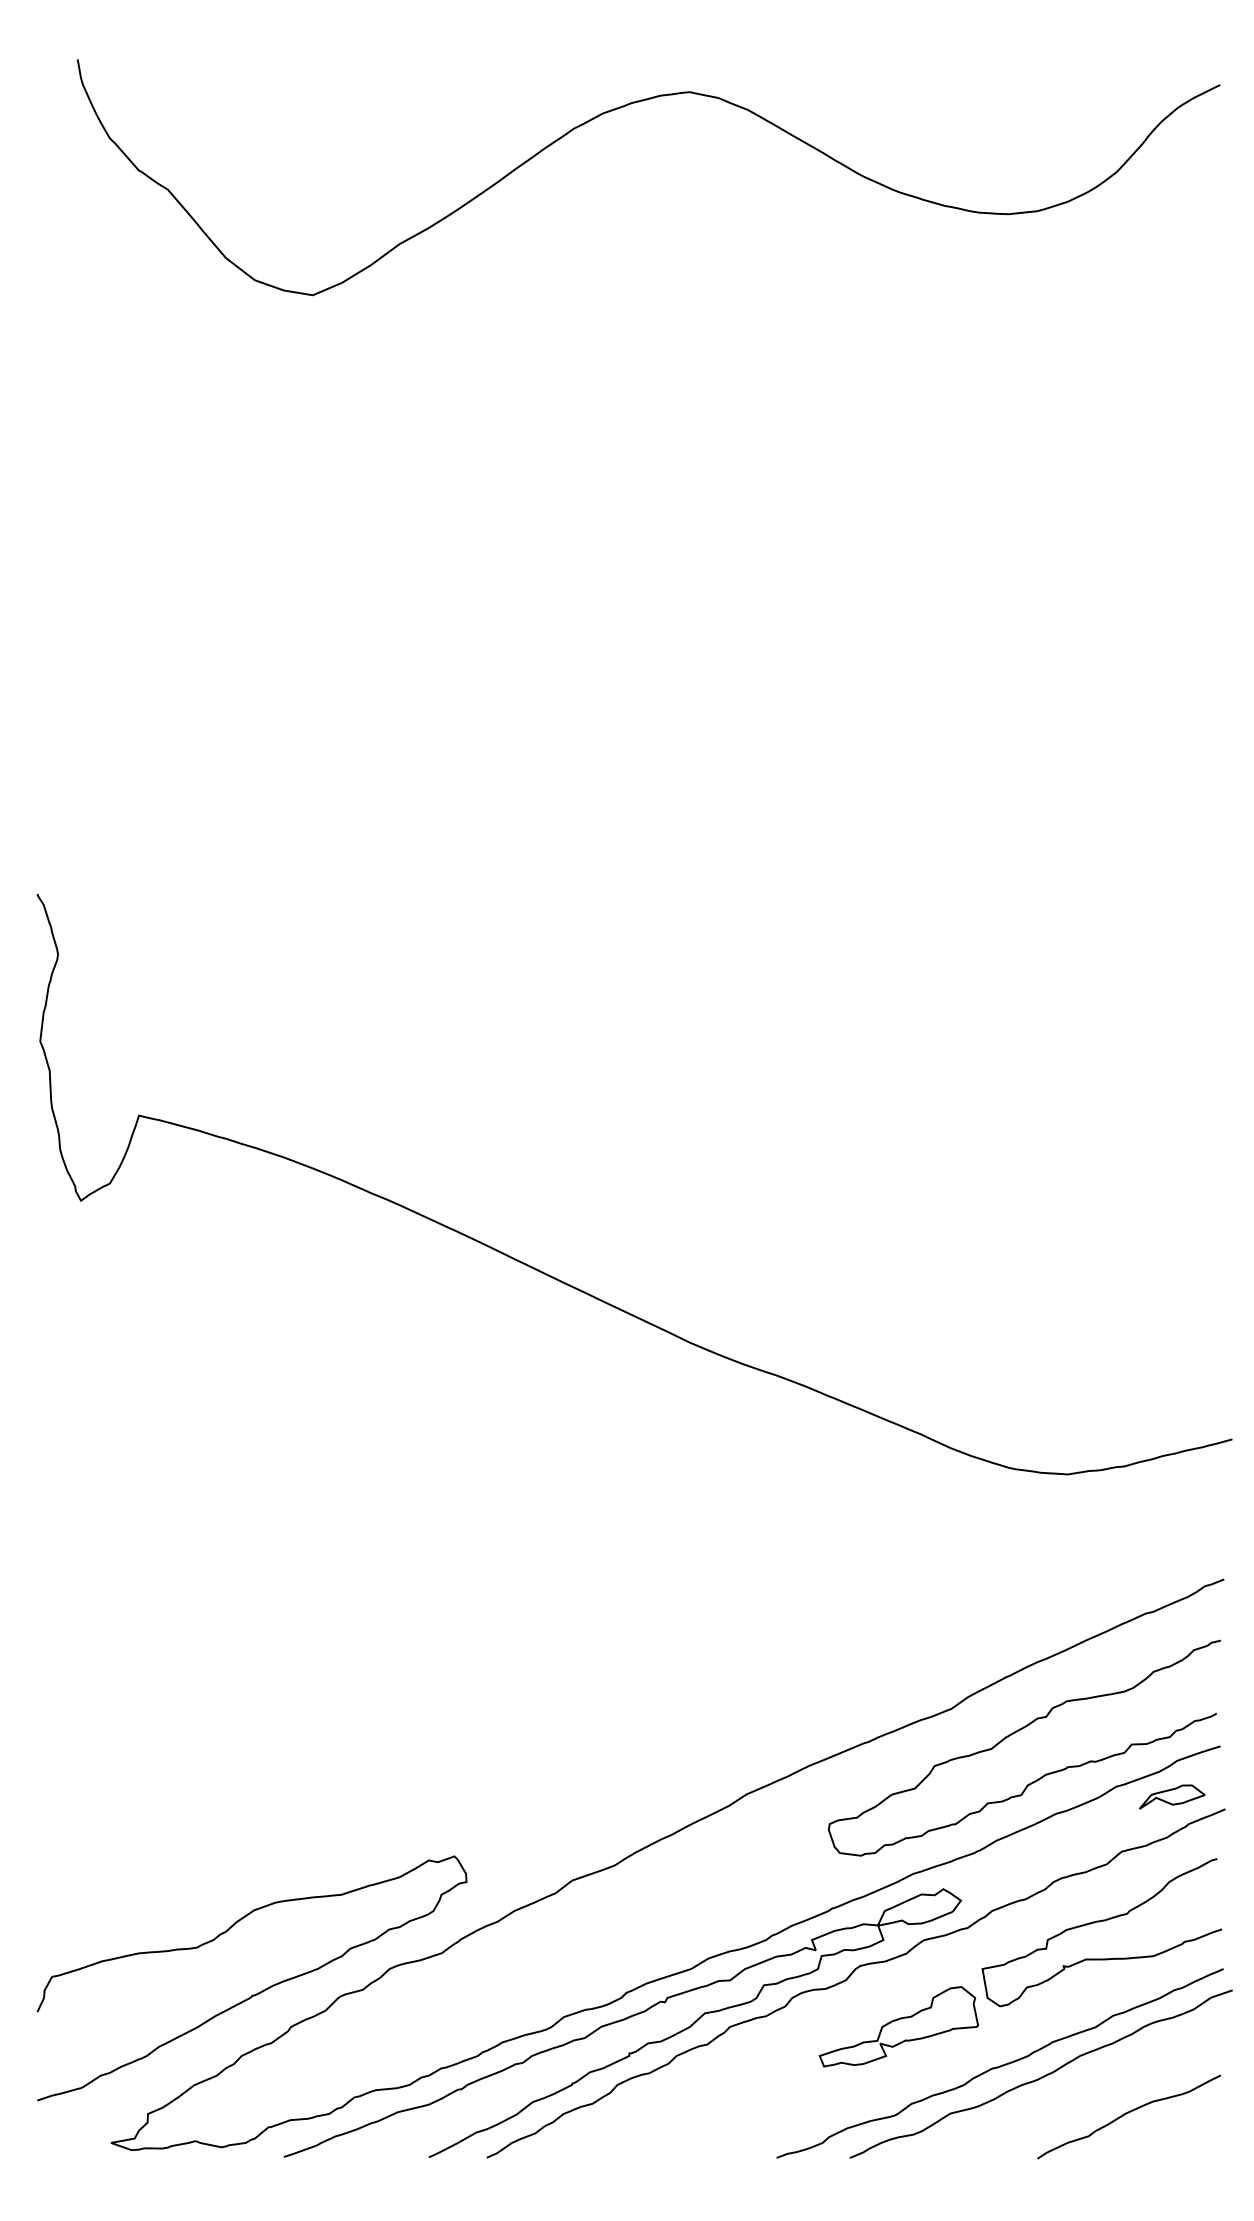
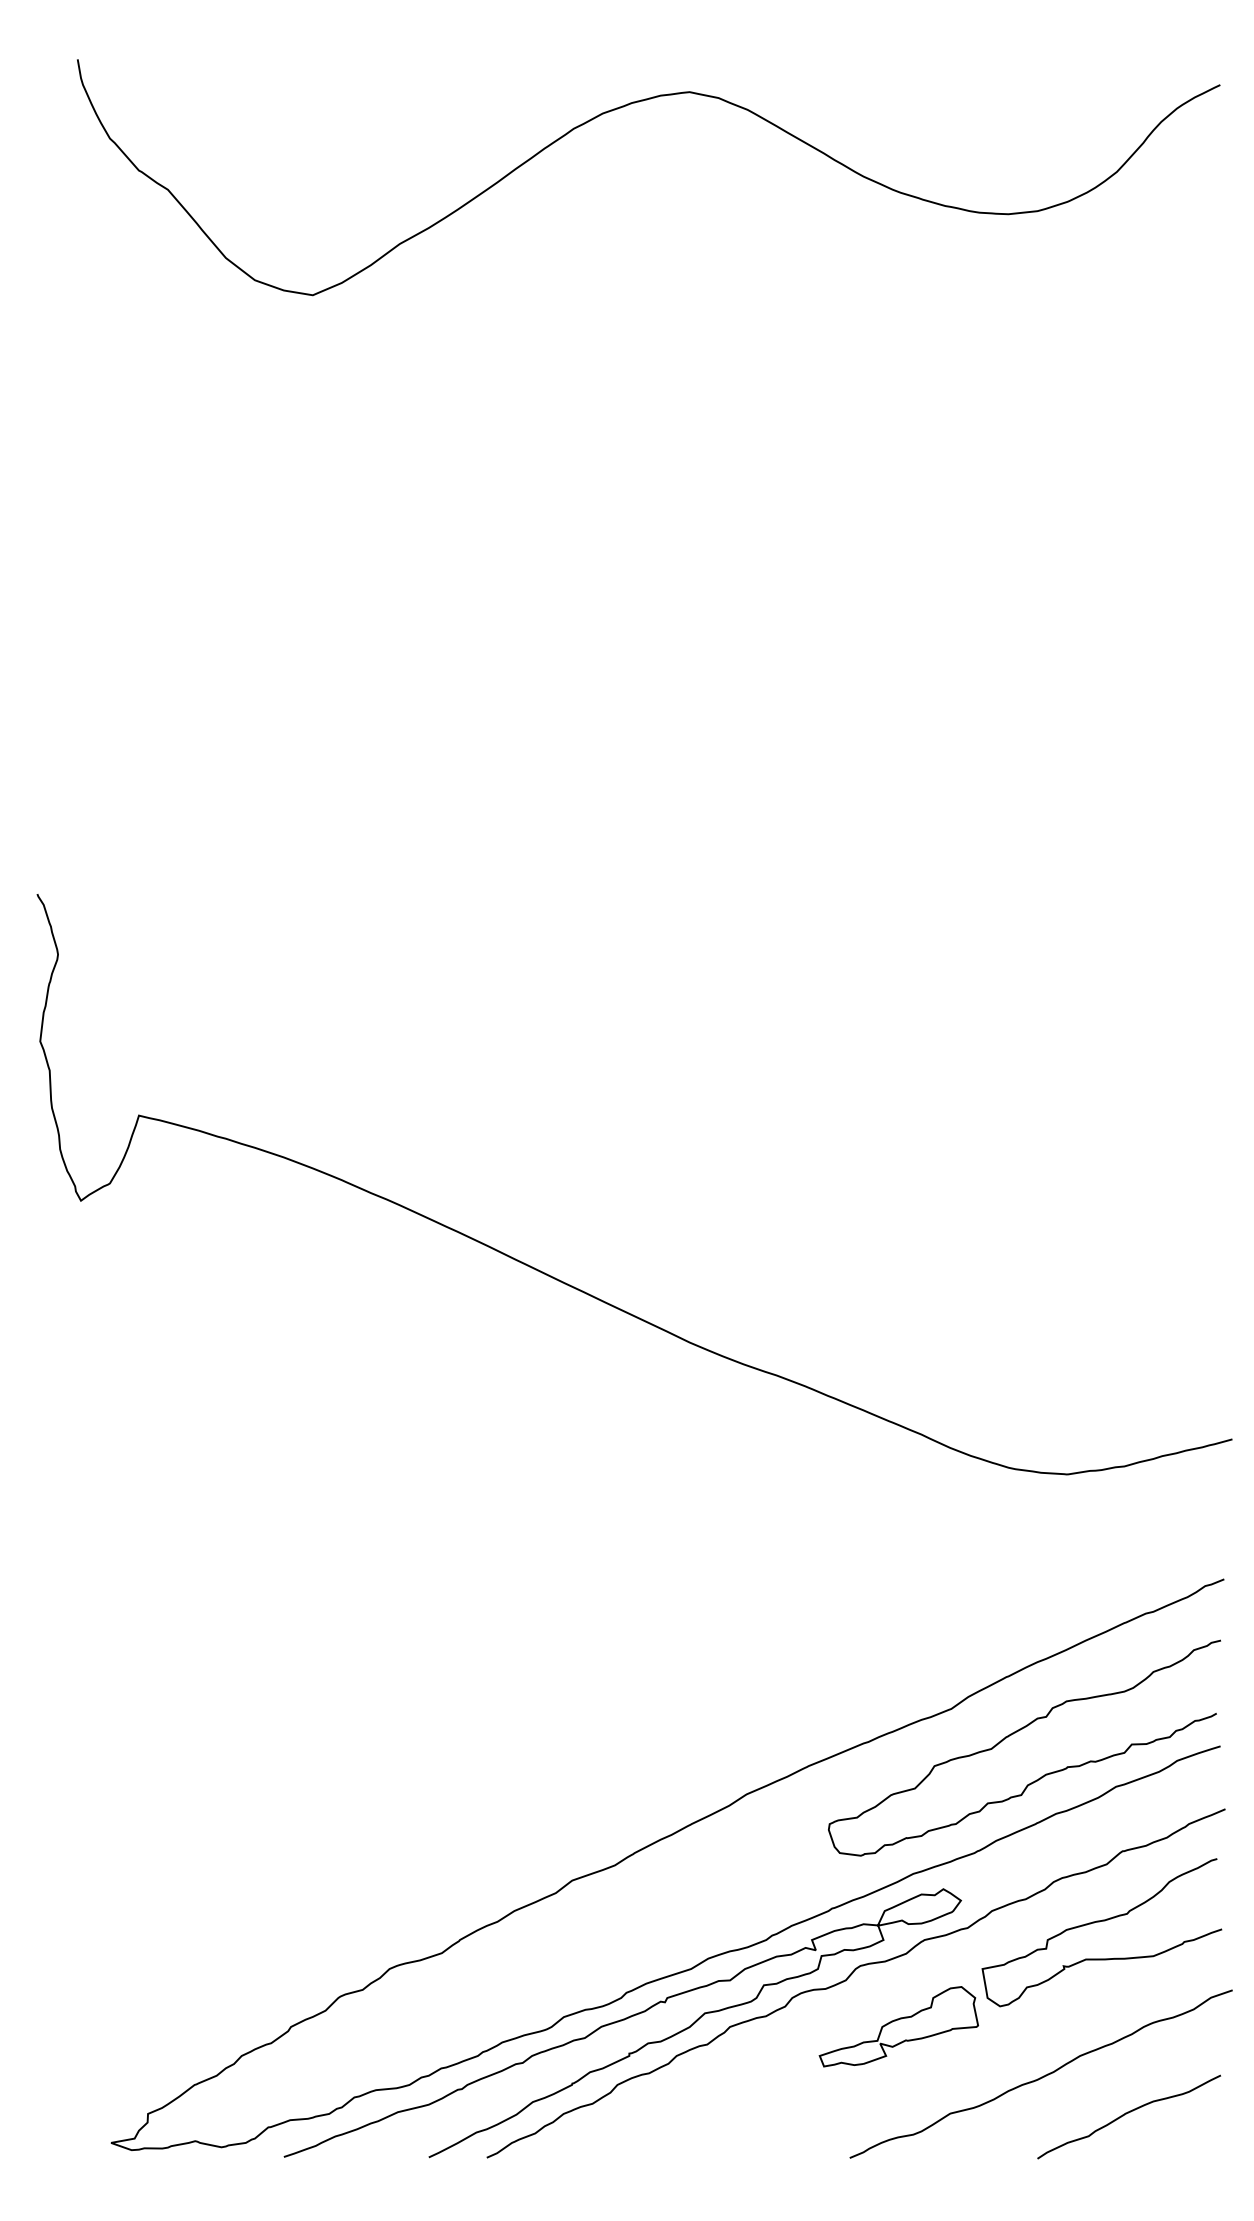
part at (1172, 1796): present -> none
curve at (261, 1990): present -> none
curve at (999, 2065): present -> none
